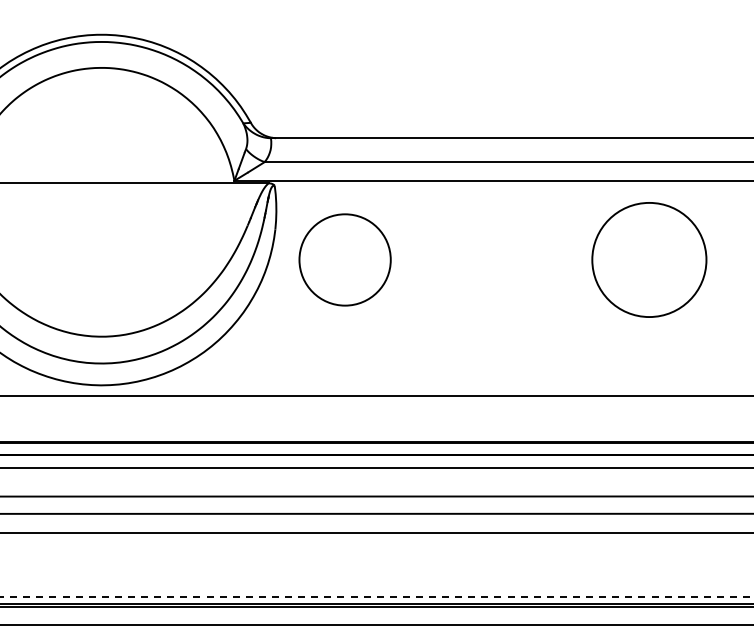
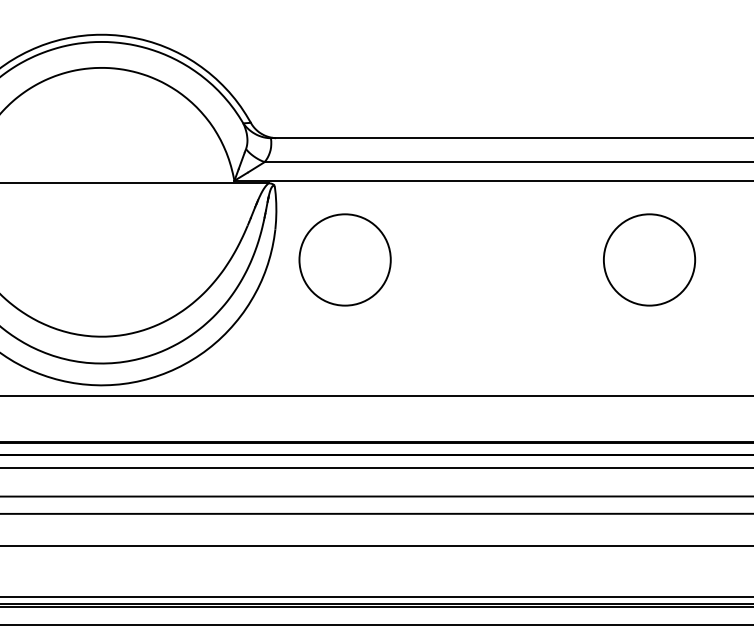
circle at (649, 259) size: 117x116 px -> 94x94 px
line at (376, 533) position: (376, 533) -> (376, 546)
line at (377, 597): dashed -> solid
